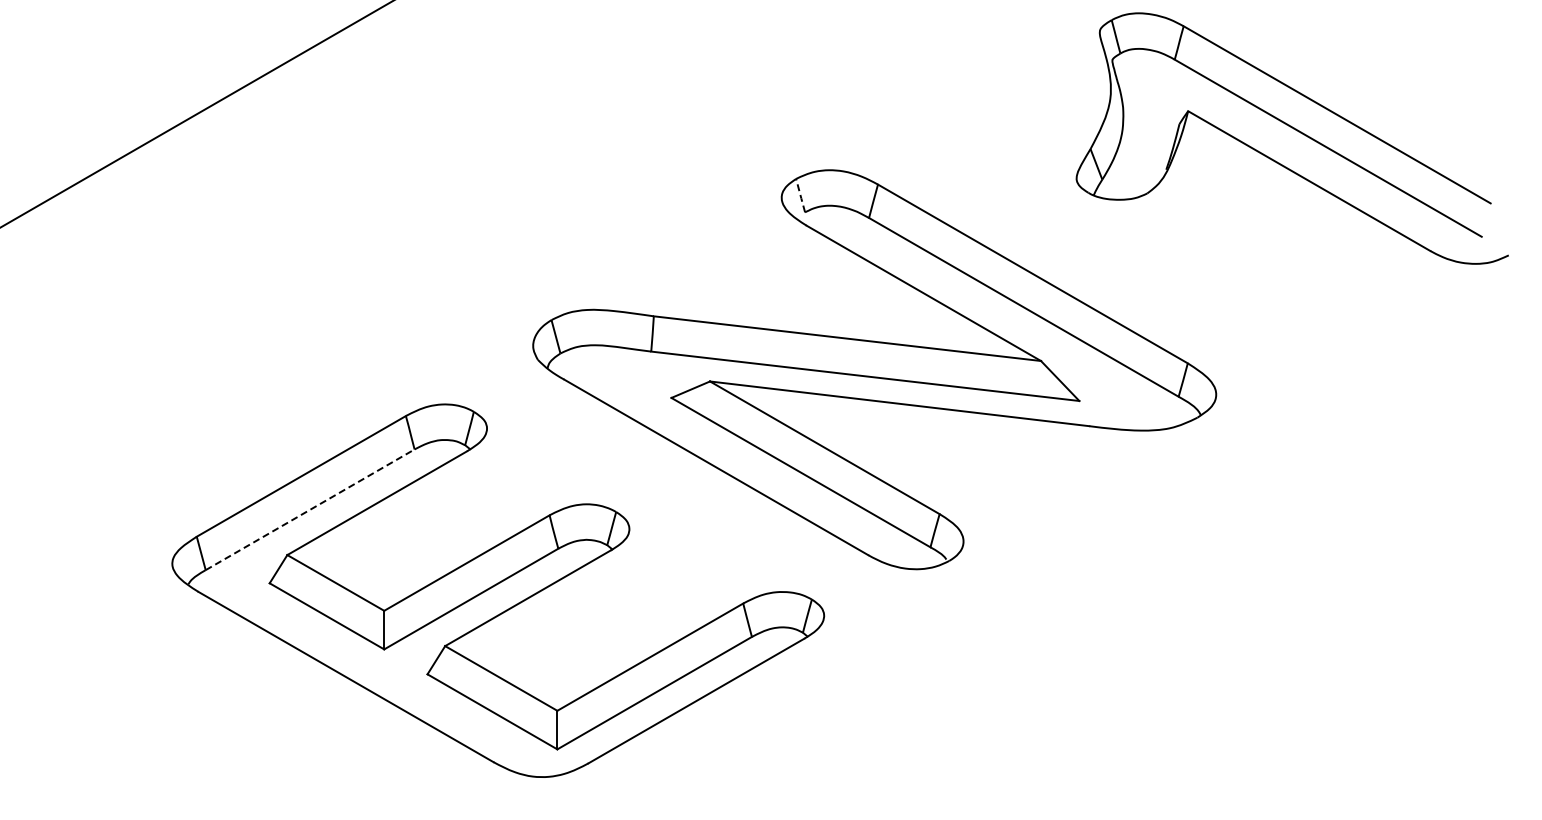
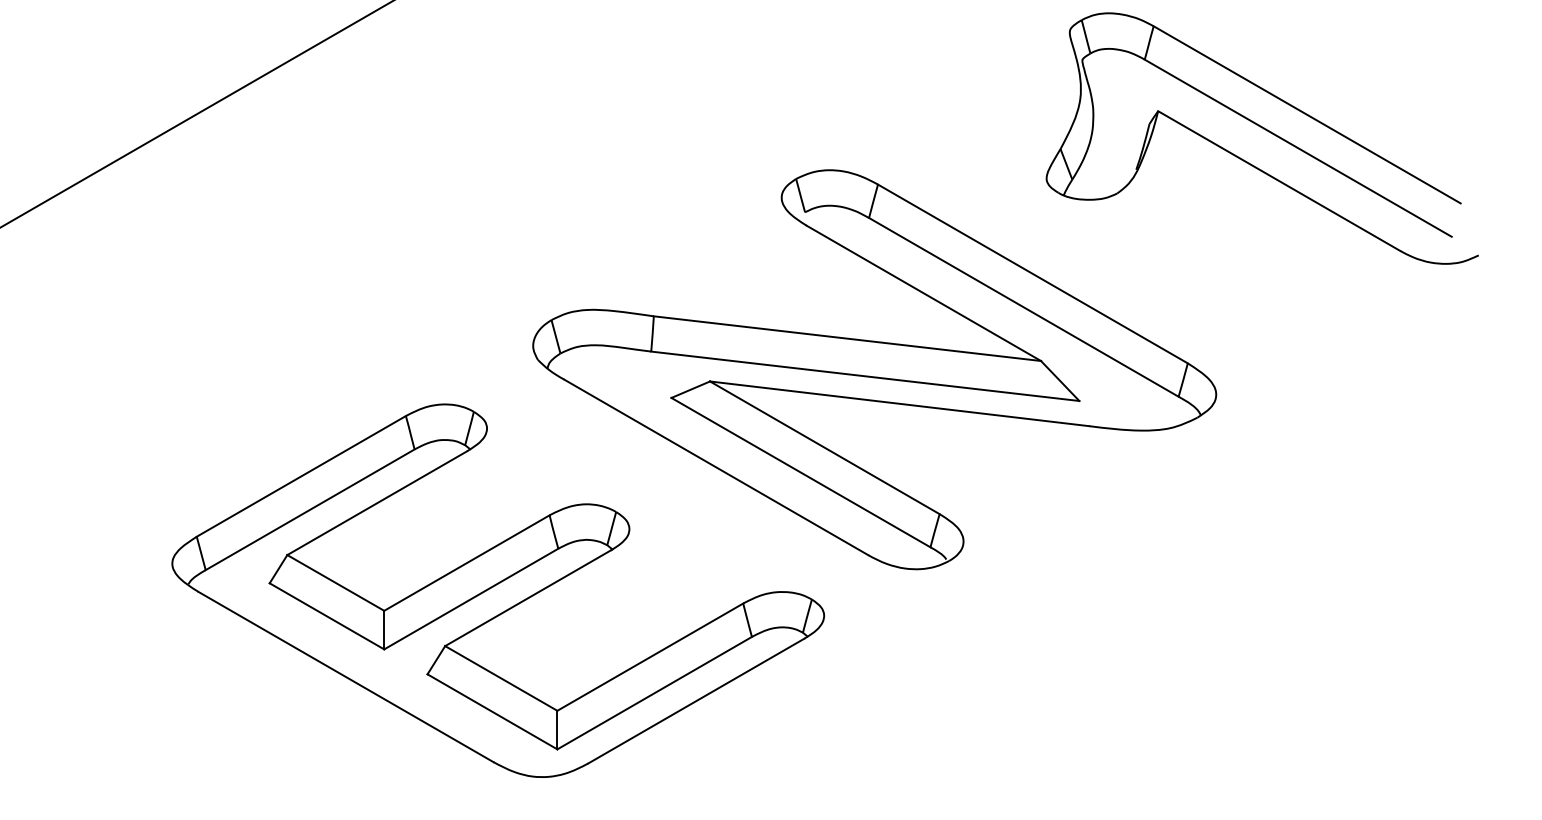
part at (1295, 130) position: (1295, 130) -> (1265, 130)
line at (800, 195): dashed -> solid
line at (310, 509): dashed -> solid
